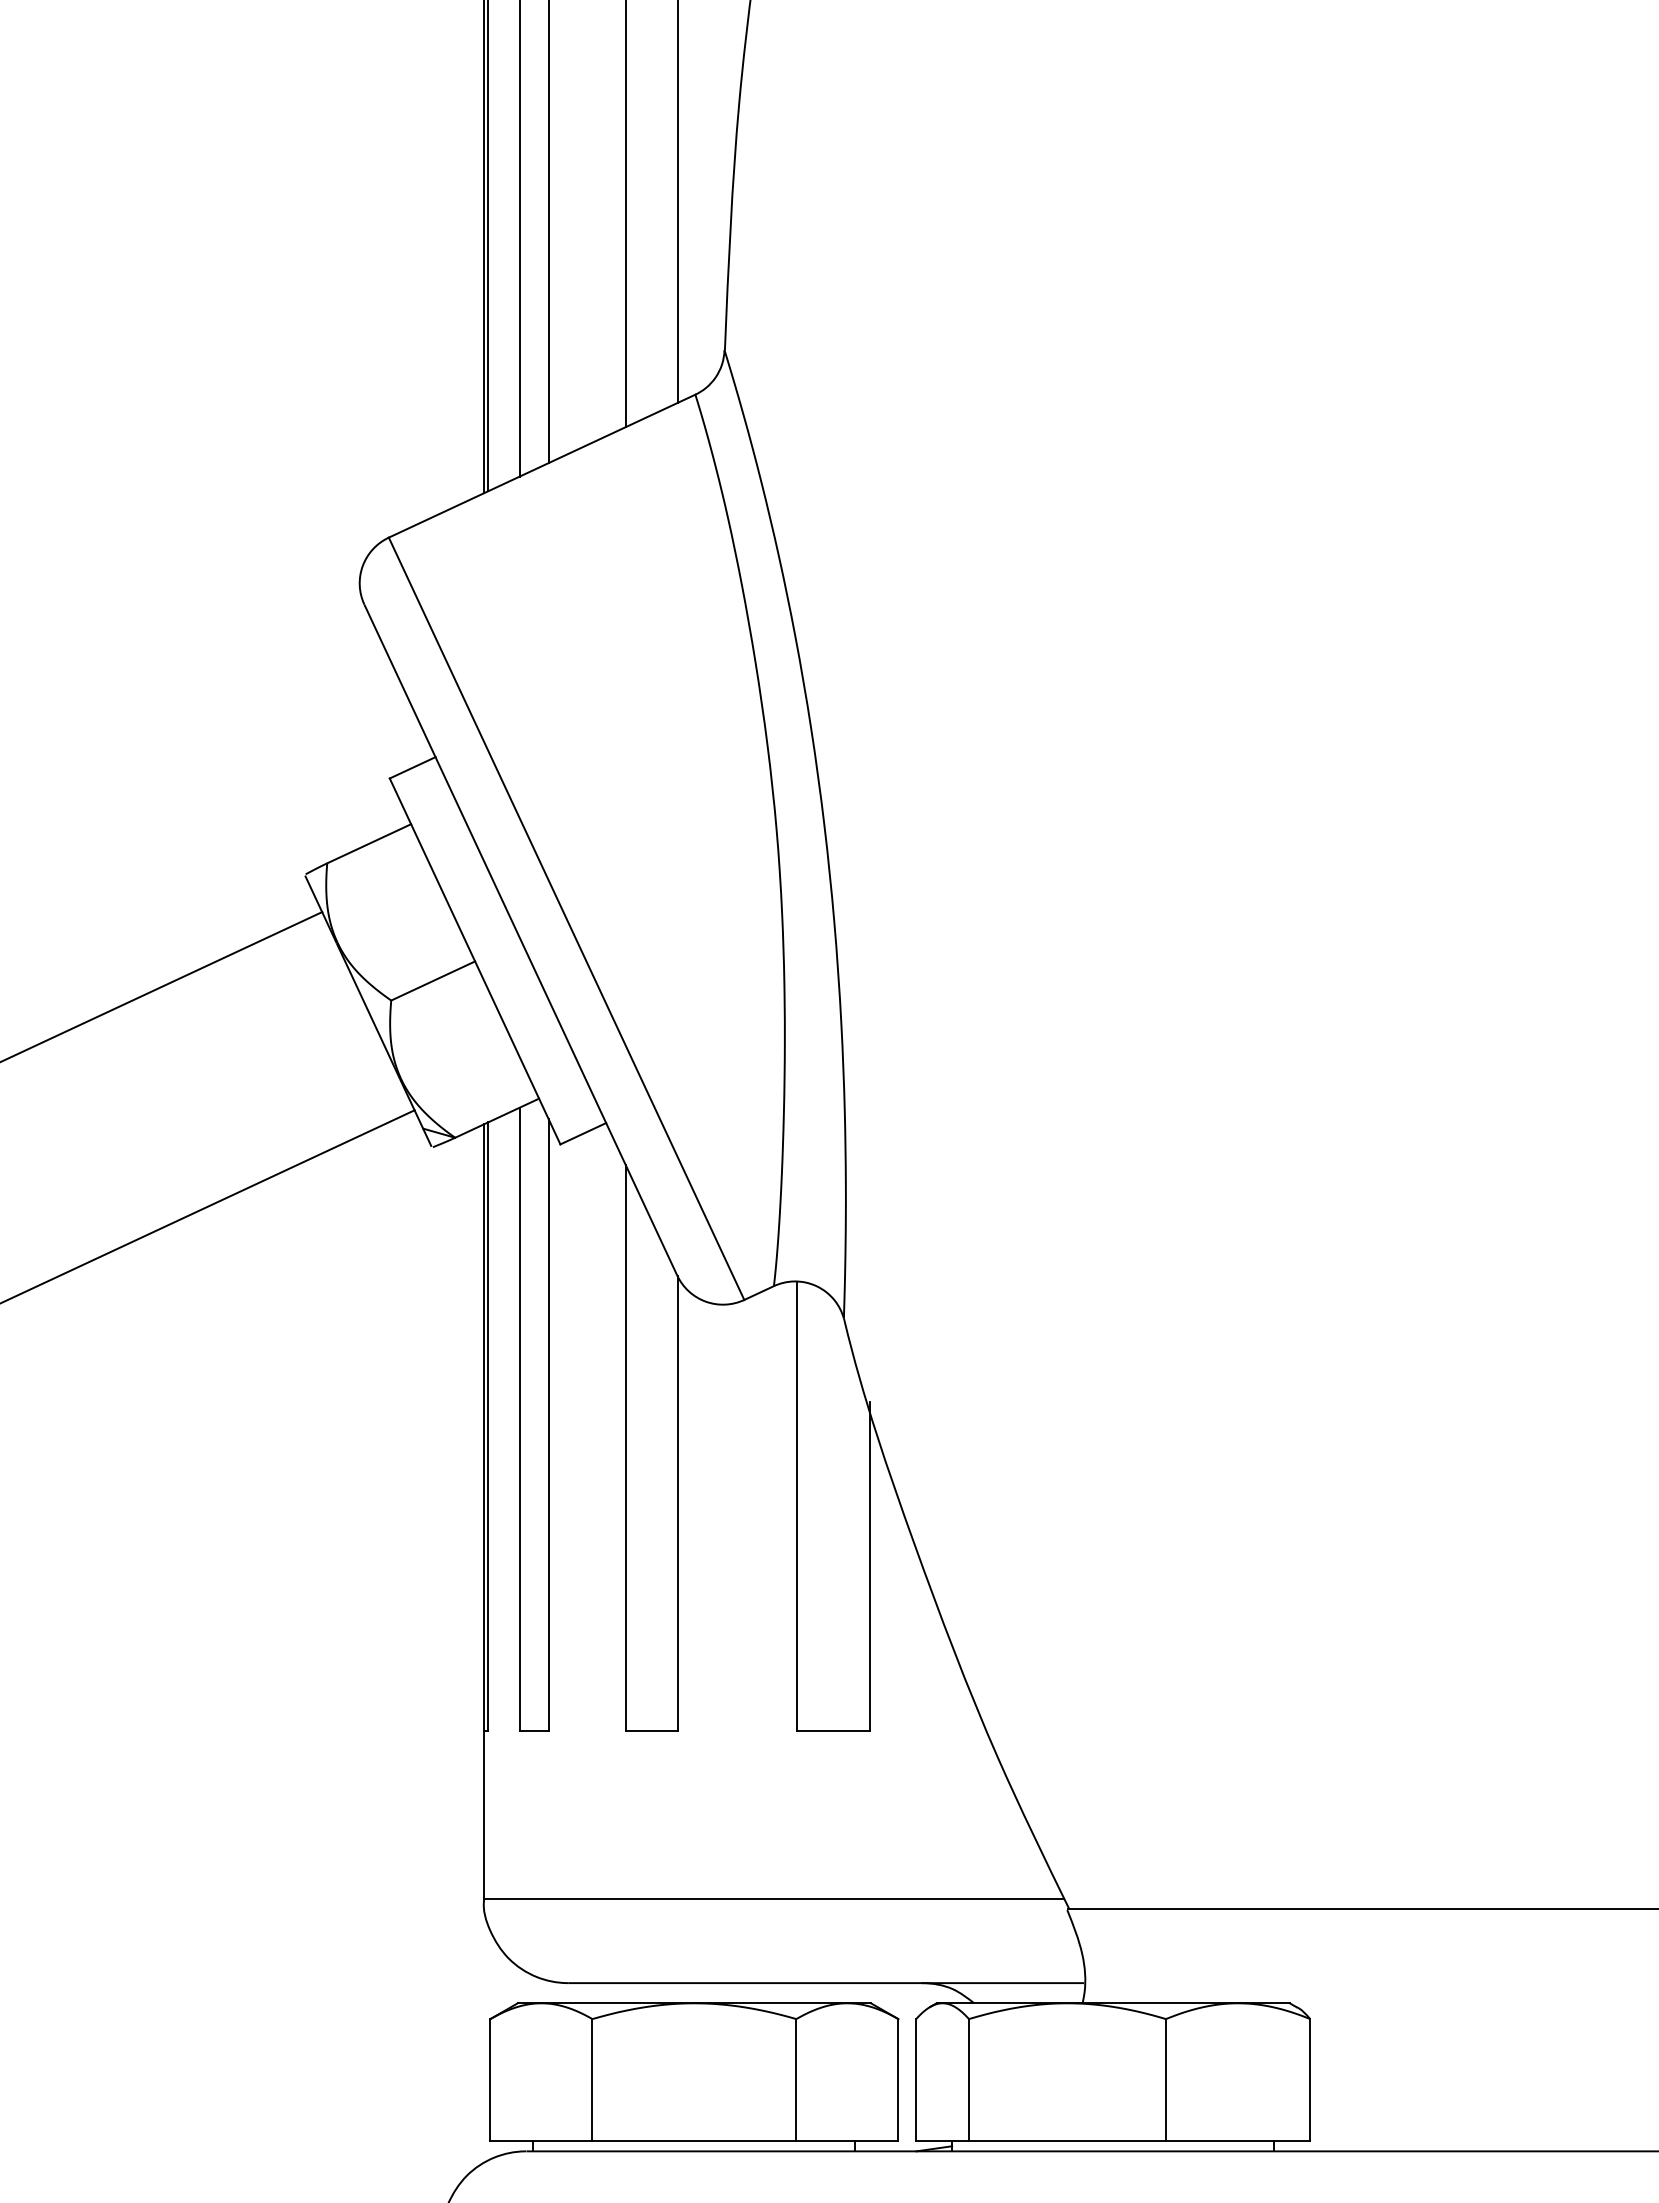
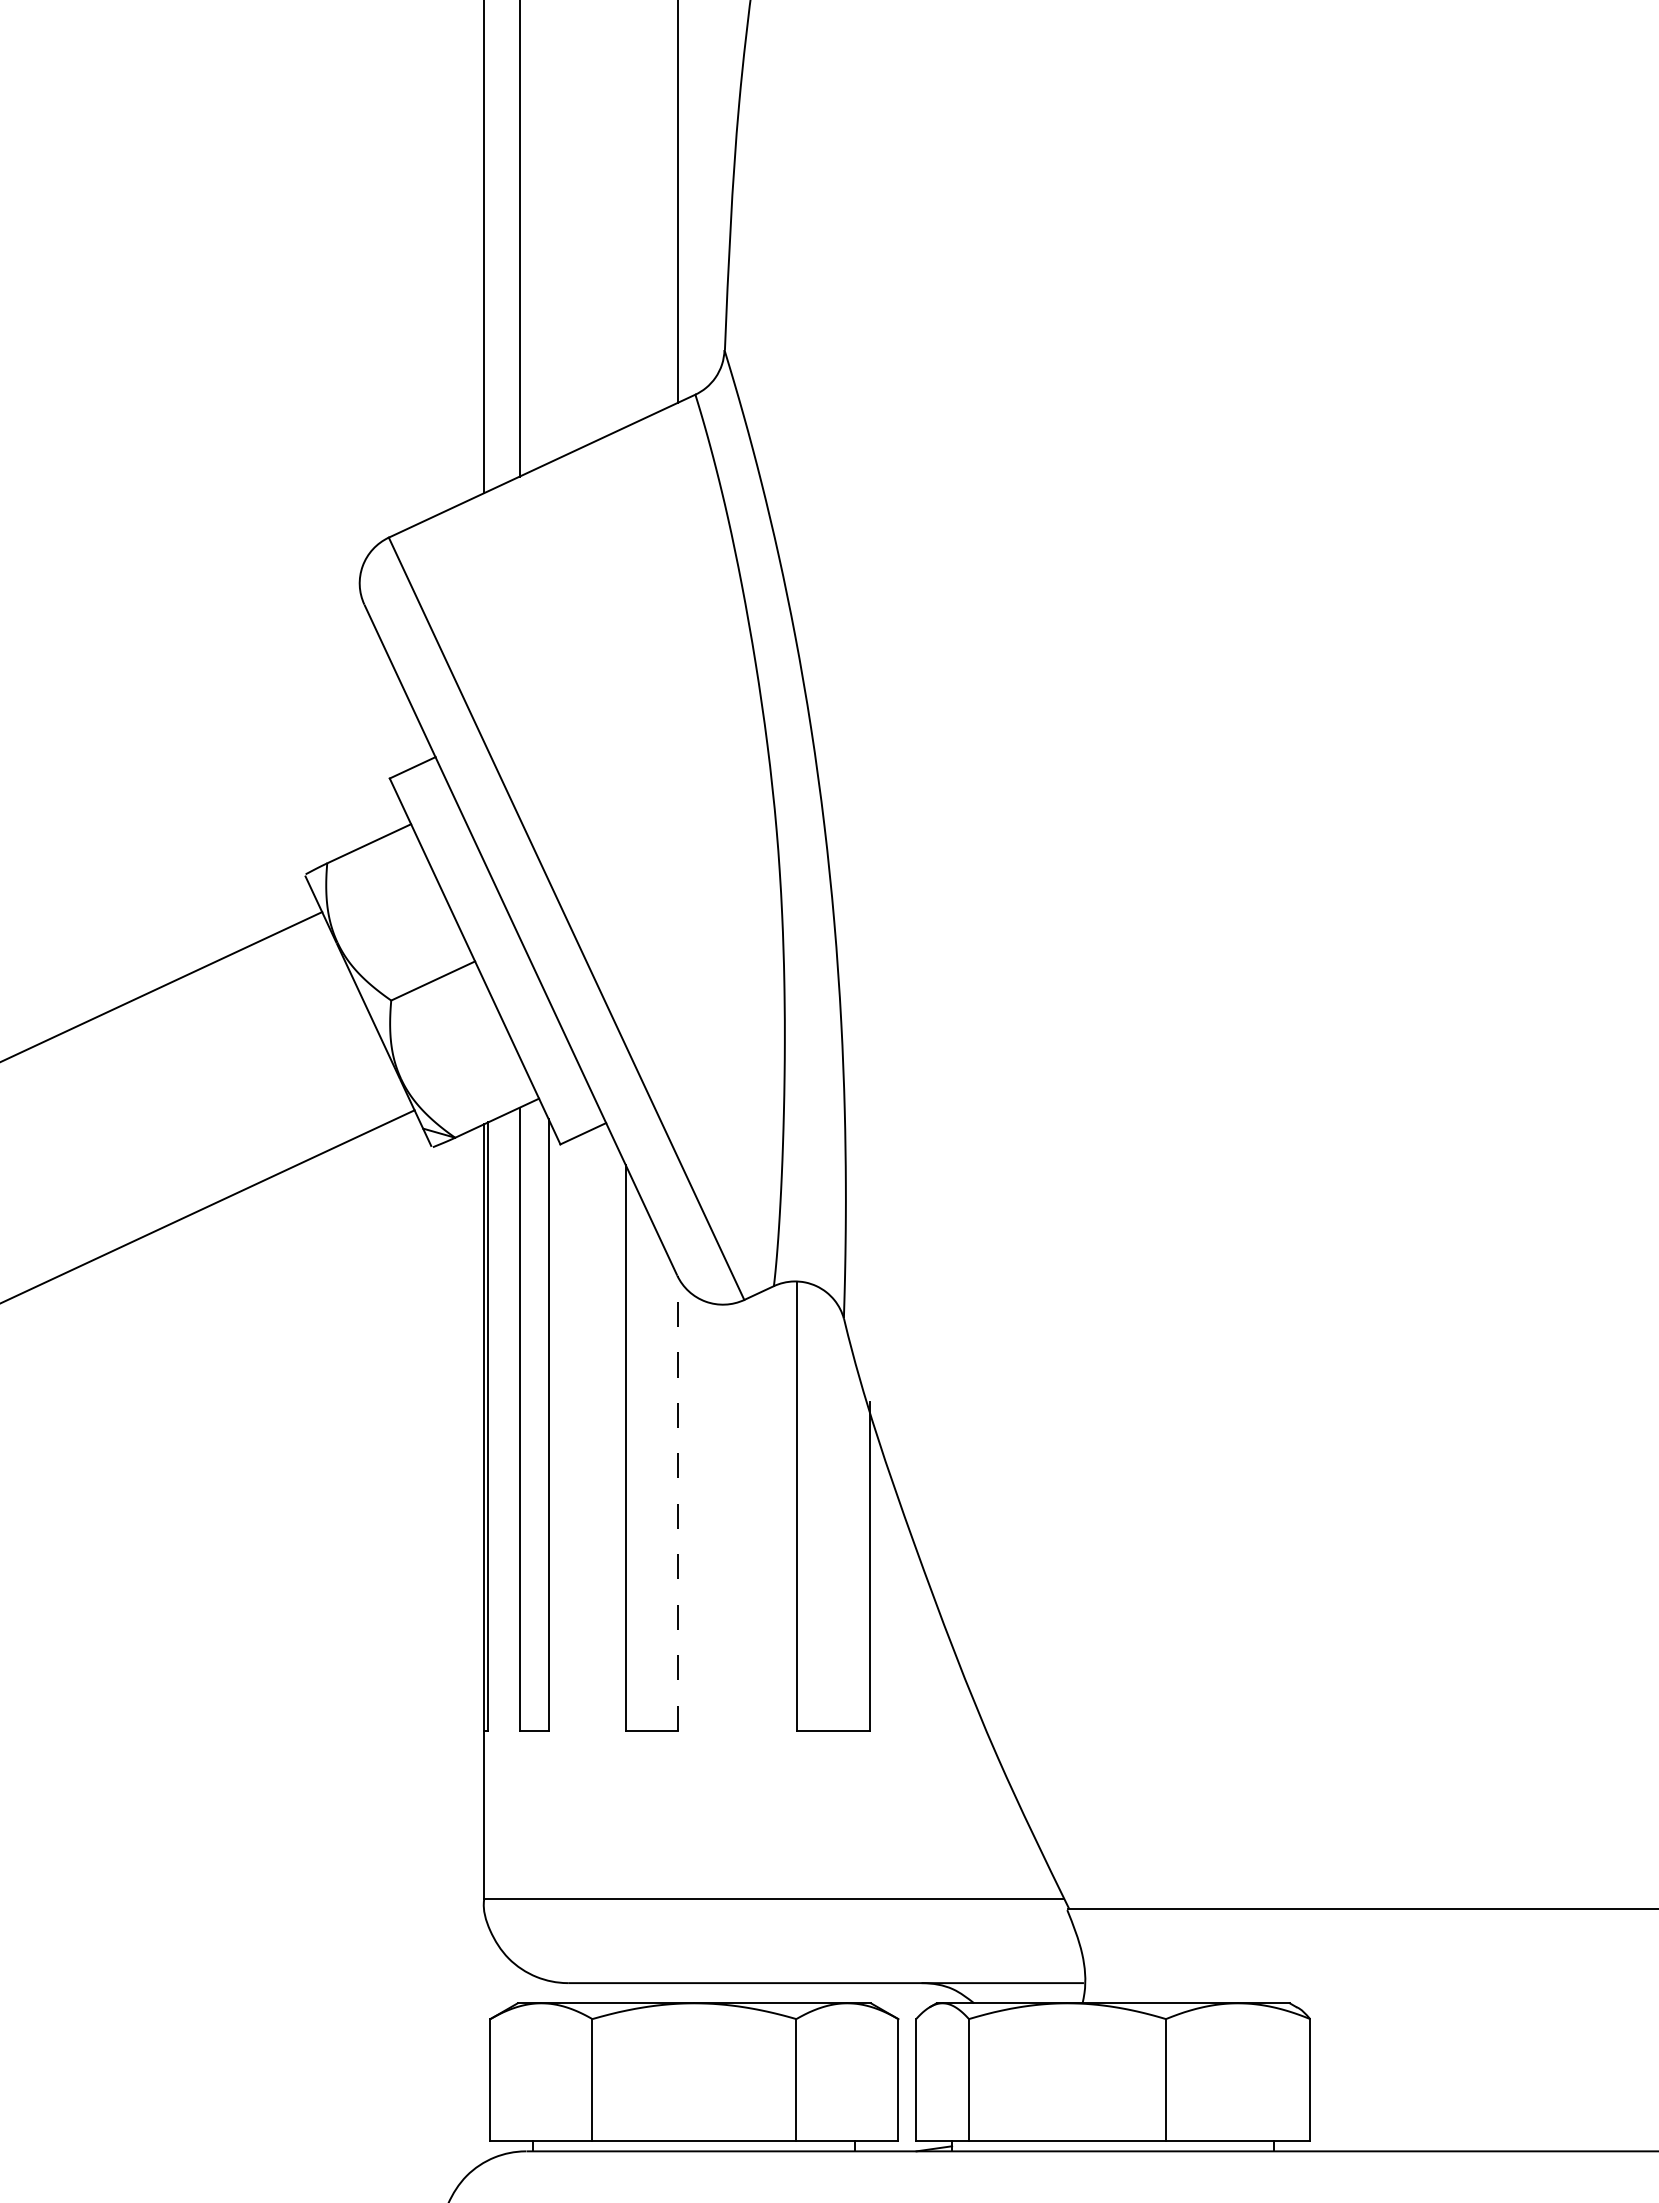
line at (625, 214): present -> none
line at (548, 232): present -> none
line at (488, 246): present -> none
line at (677, 1503): solid -> dashed
